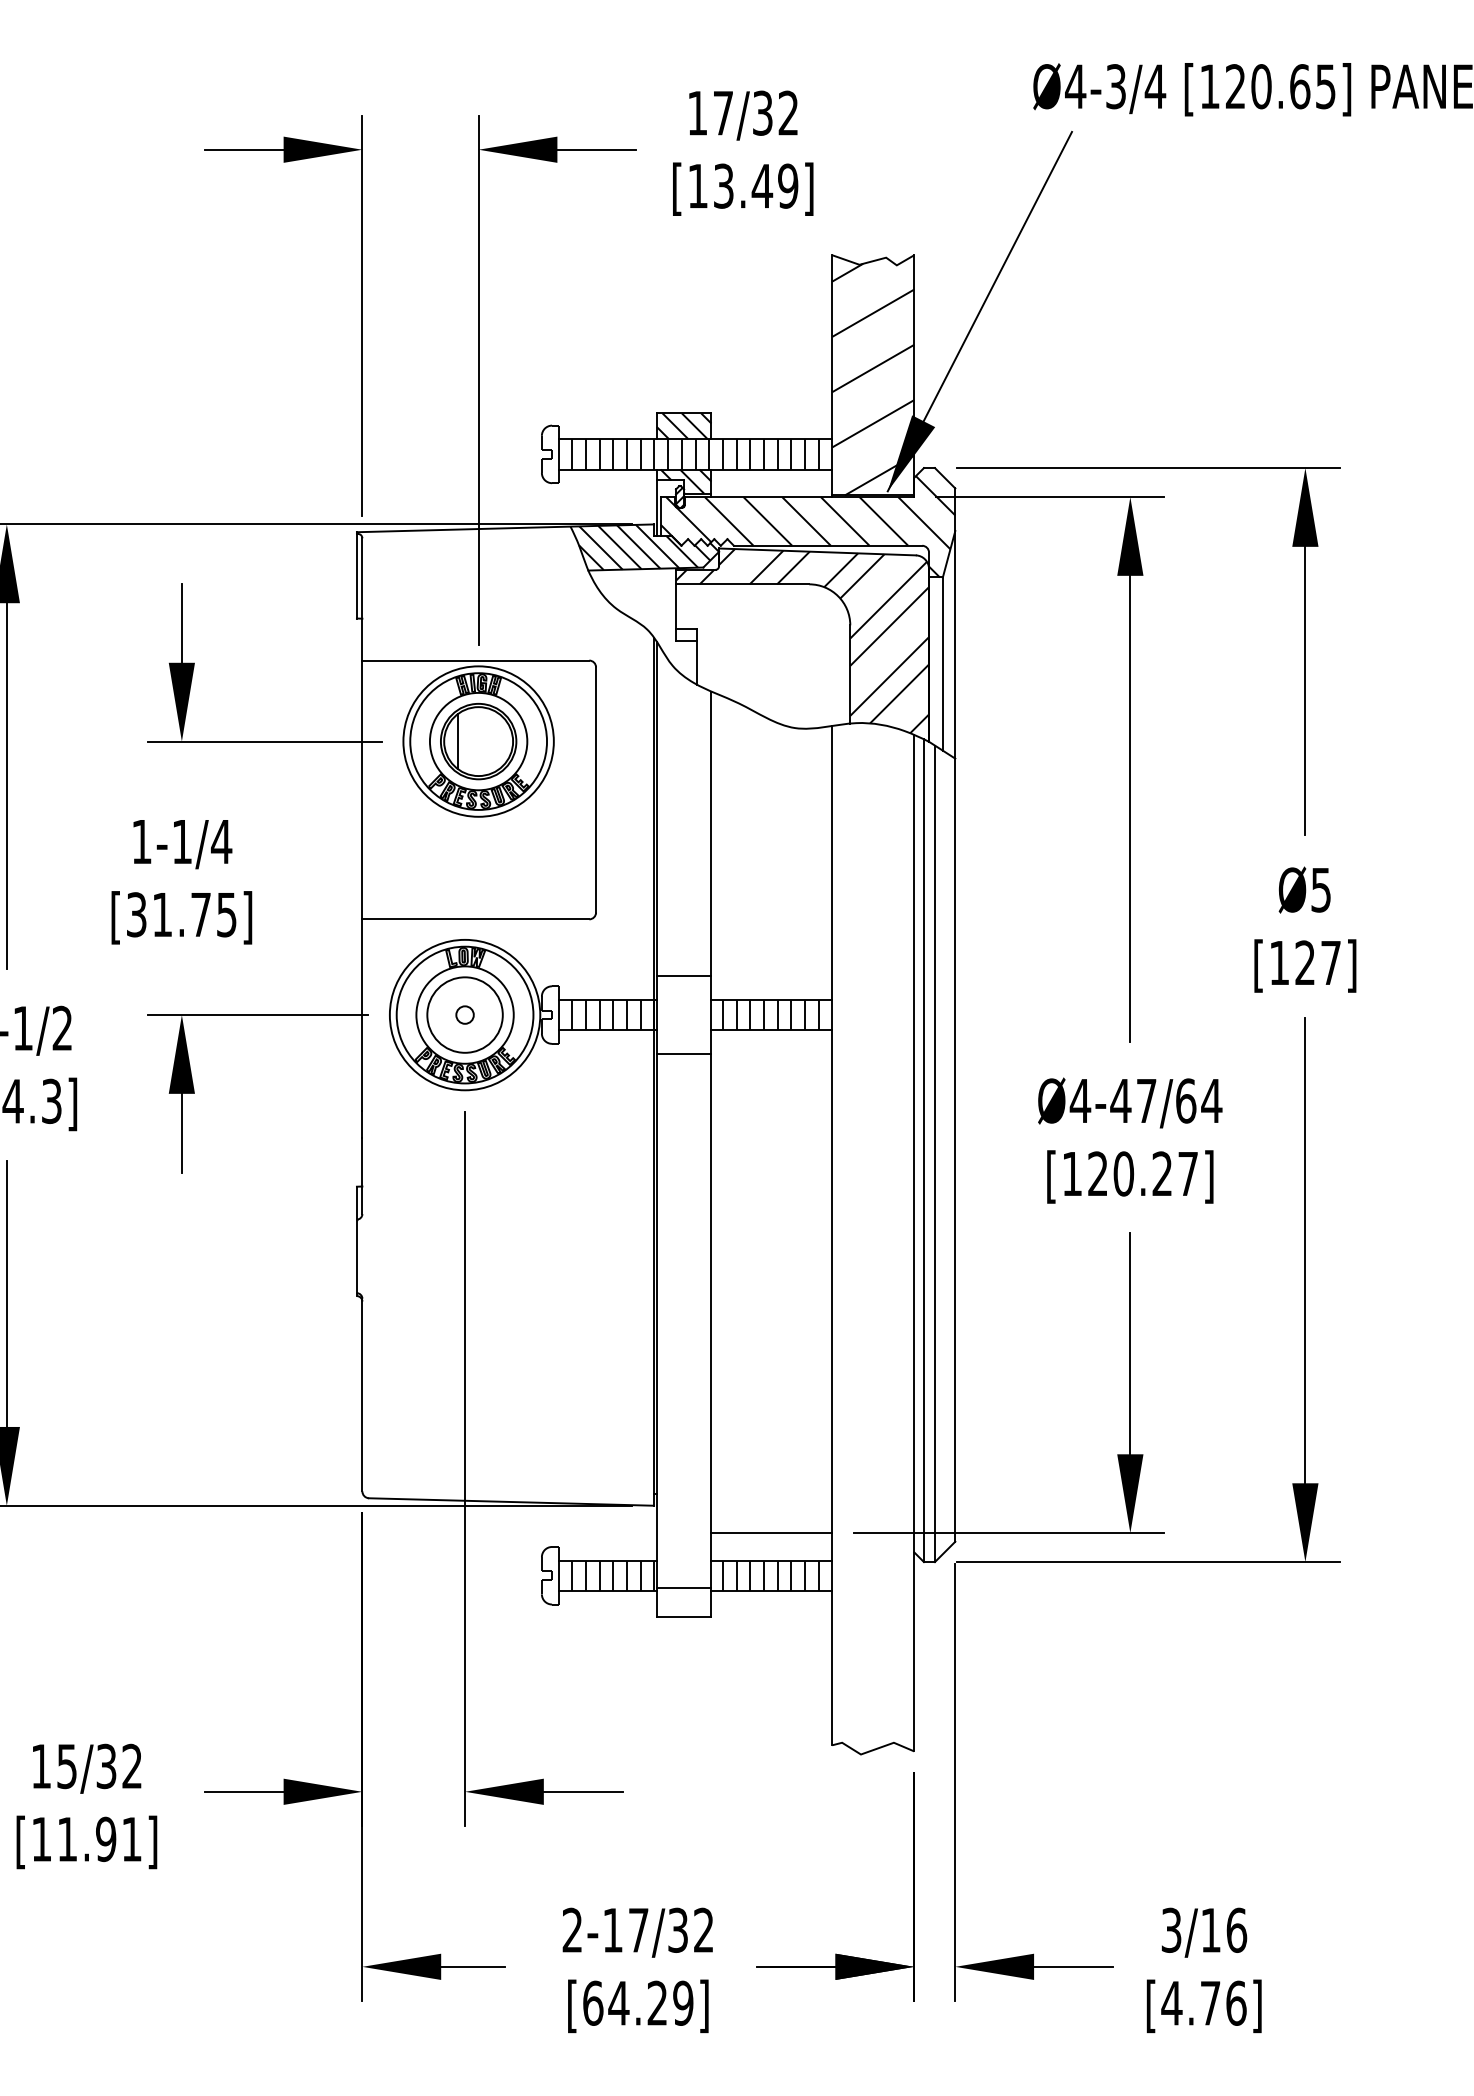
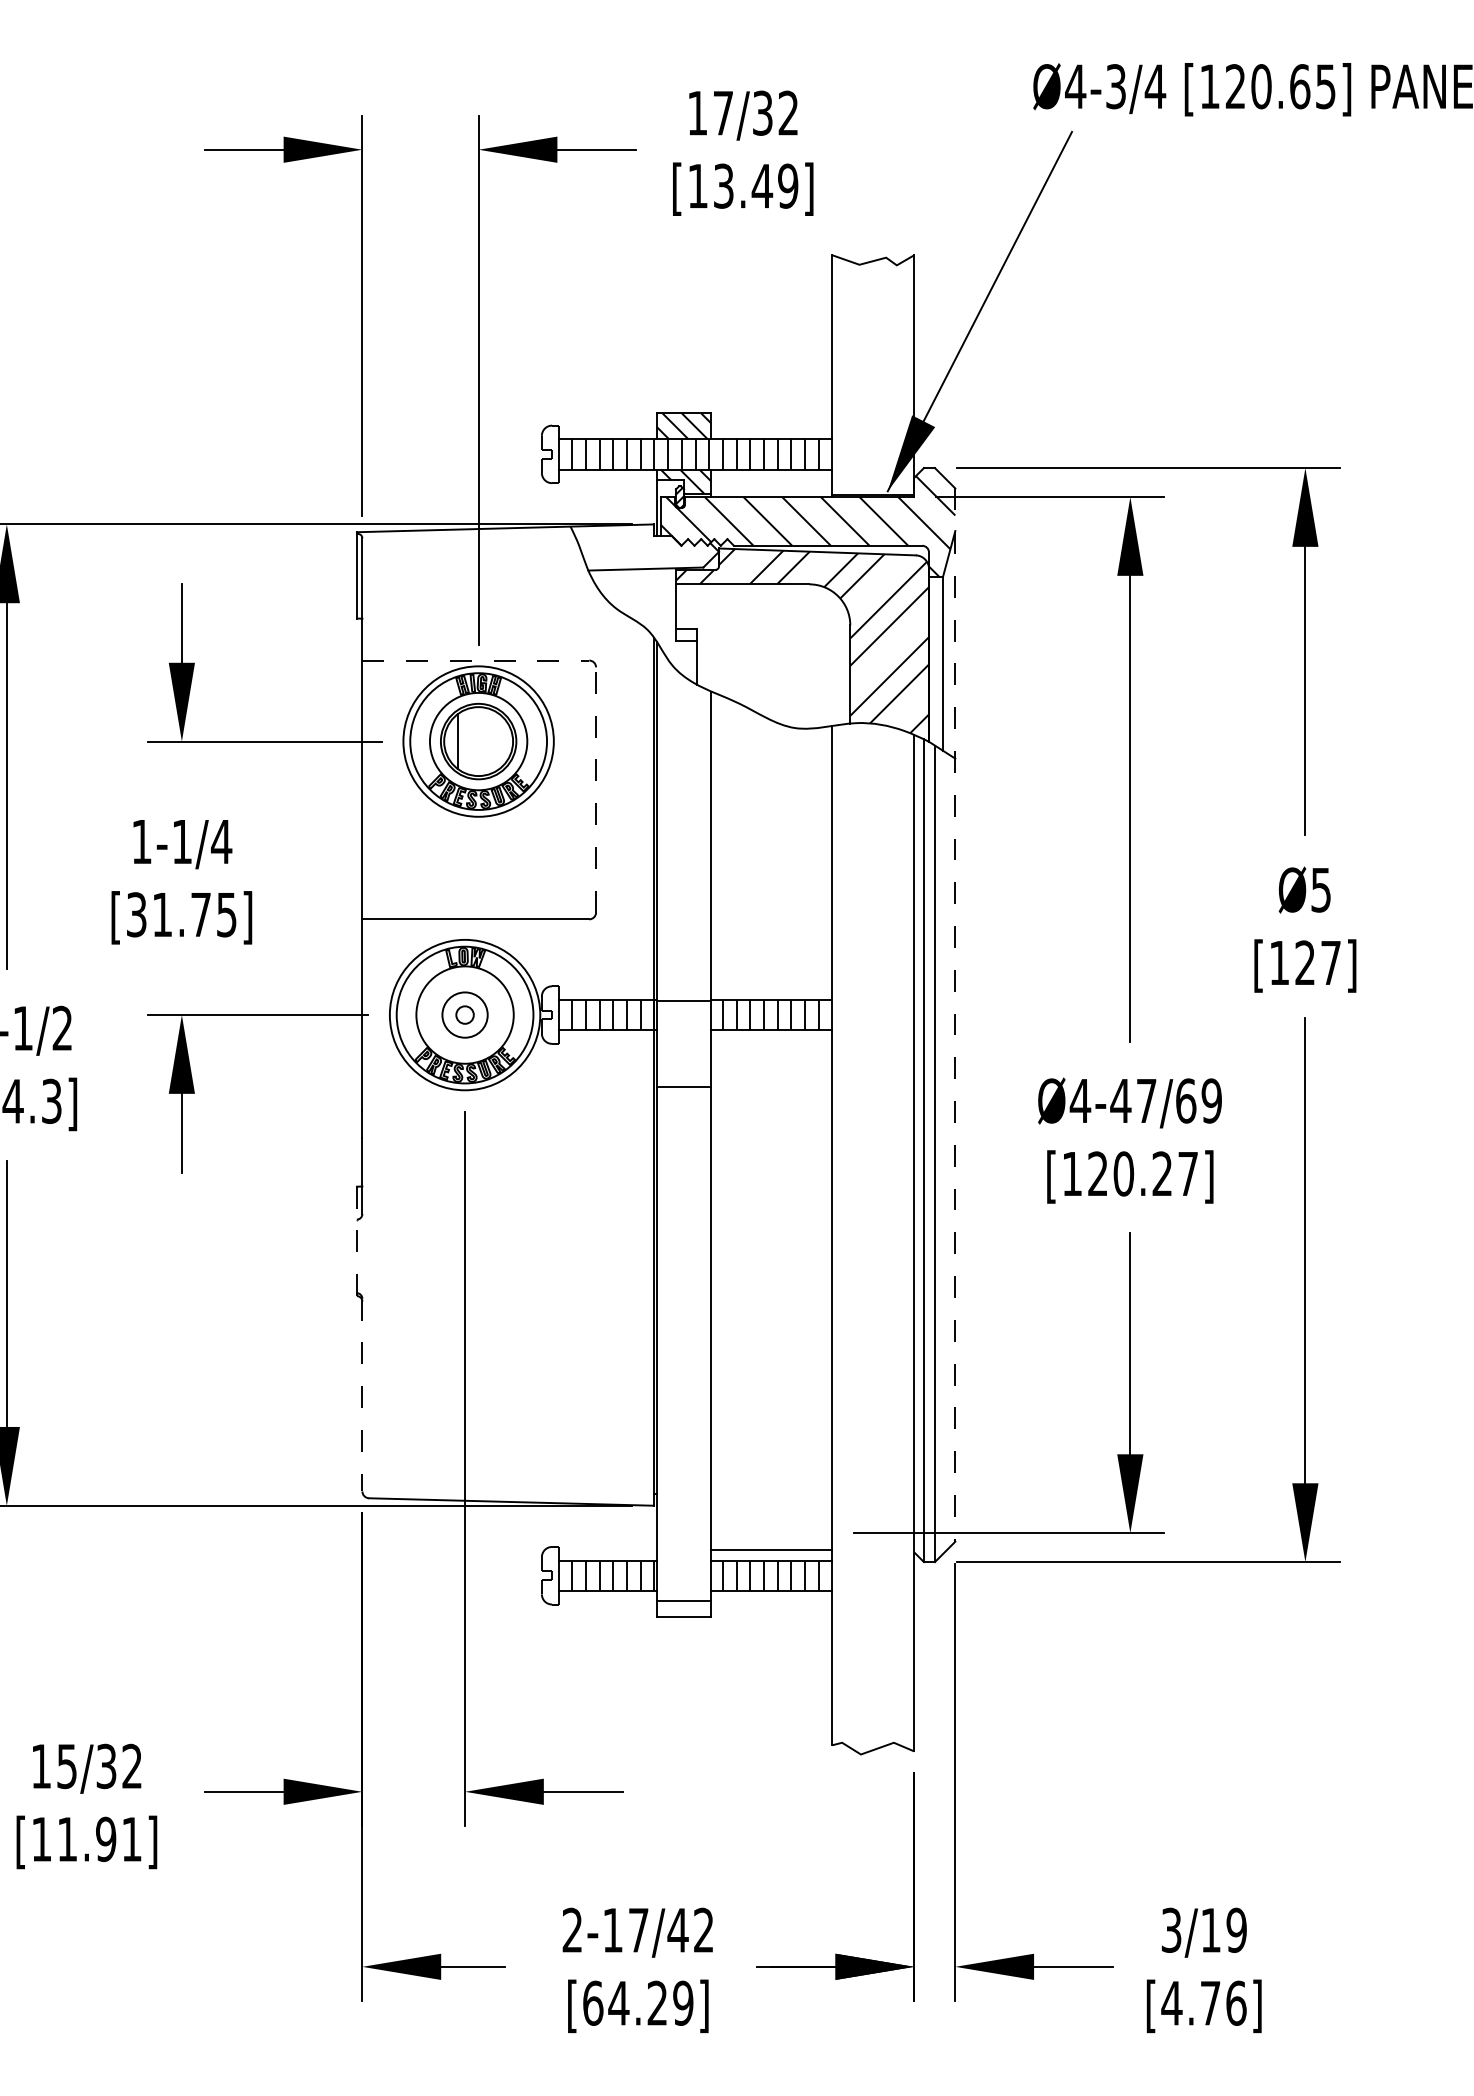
hatch at (873, 379): present -> none
hatch at (644, 547): present -> none
line at (476, 660): solid -> dashed
line at (596, 789): solid -> dashed
line at (683, 975) position: (683, 975) -> (683, 1000)
circle at (464, 1014) diameter: 75 px -> 45 px
line at (955, 1015): solid -> dashed
line at (683, 1054) position: (683, 1054) -> (683, 1087)
text at (1211, 1100): Ø4-47/64 -> Ø4-47/69
line at (356, 1241): solid -> dashed
line at (362, 1395): solid -> dashed
line at (771, 1533) position: (771, 1533) -> (771, 1550)
line at (683, 1588) position: (683, 1588) -> (683, 1601)
text at (677, 1929): 2-17/32 -> 2-17/42
text at (1236, 1929): 3/16 -> 3/19
